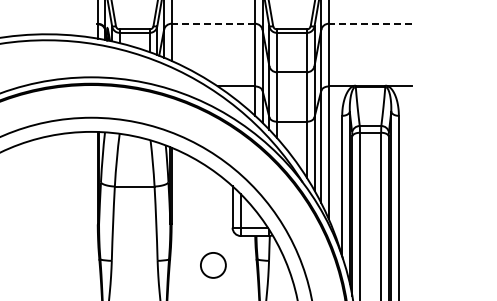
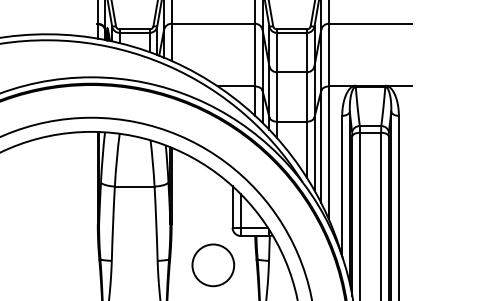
line at (213, 23): dashed -> solid
line at (370, 23): dashed -> solid
circle at (213, 265) size: 27x27 px -> 45x45 px
